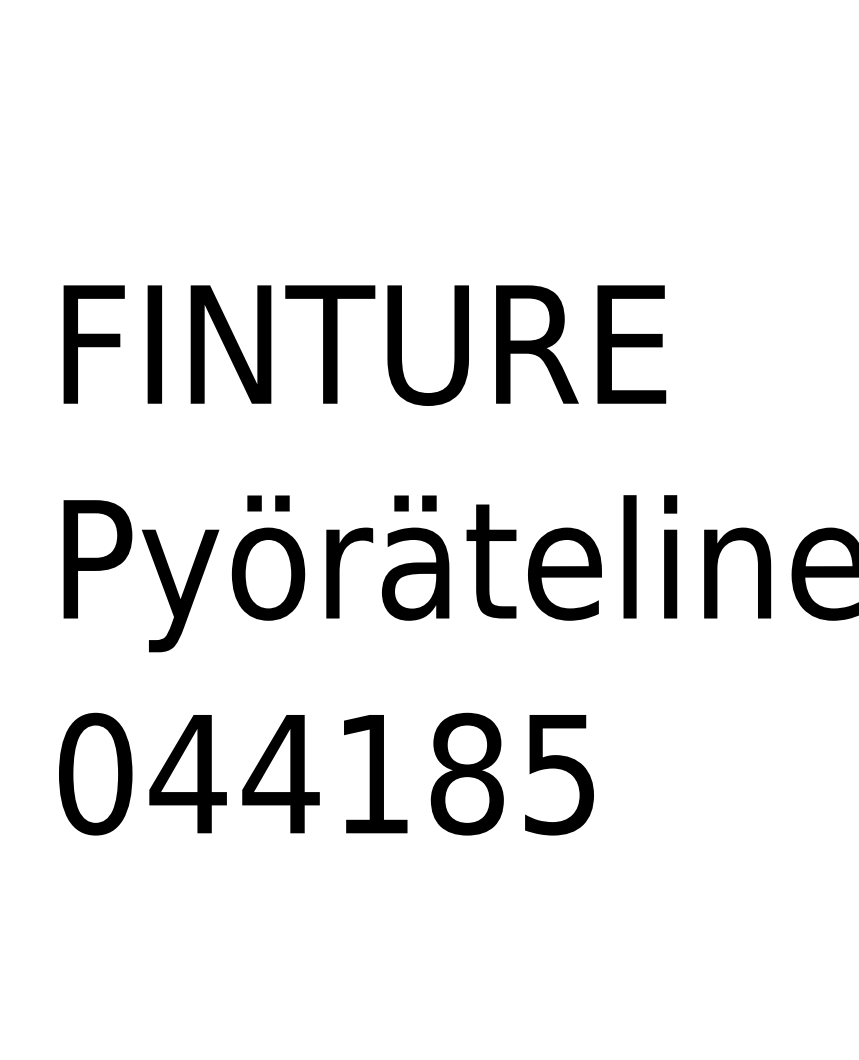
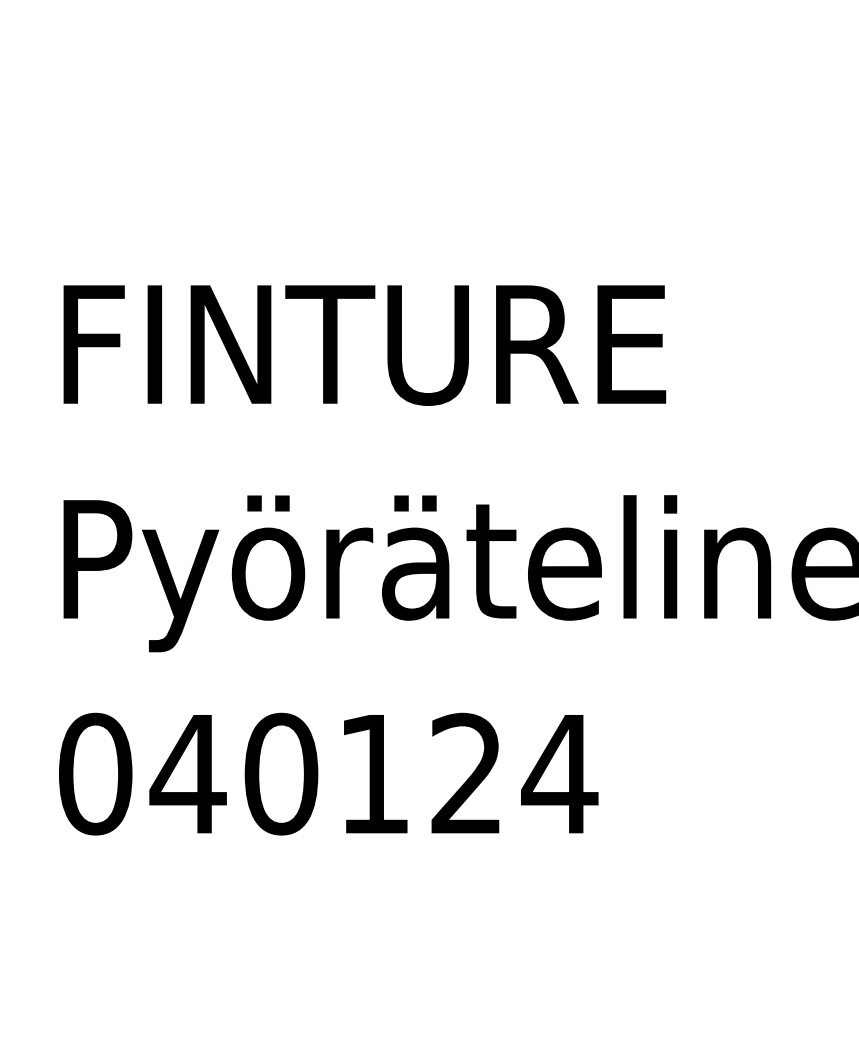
text at (420, 773): 044185 -> 040124
